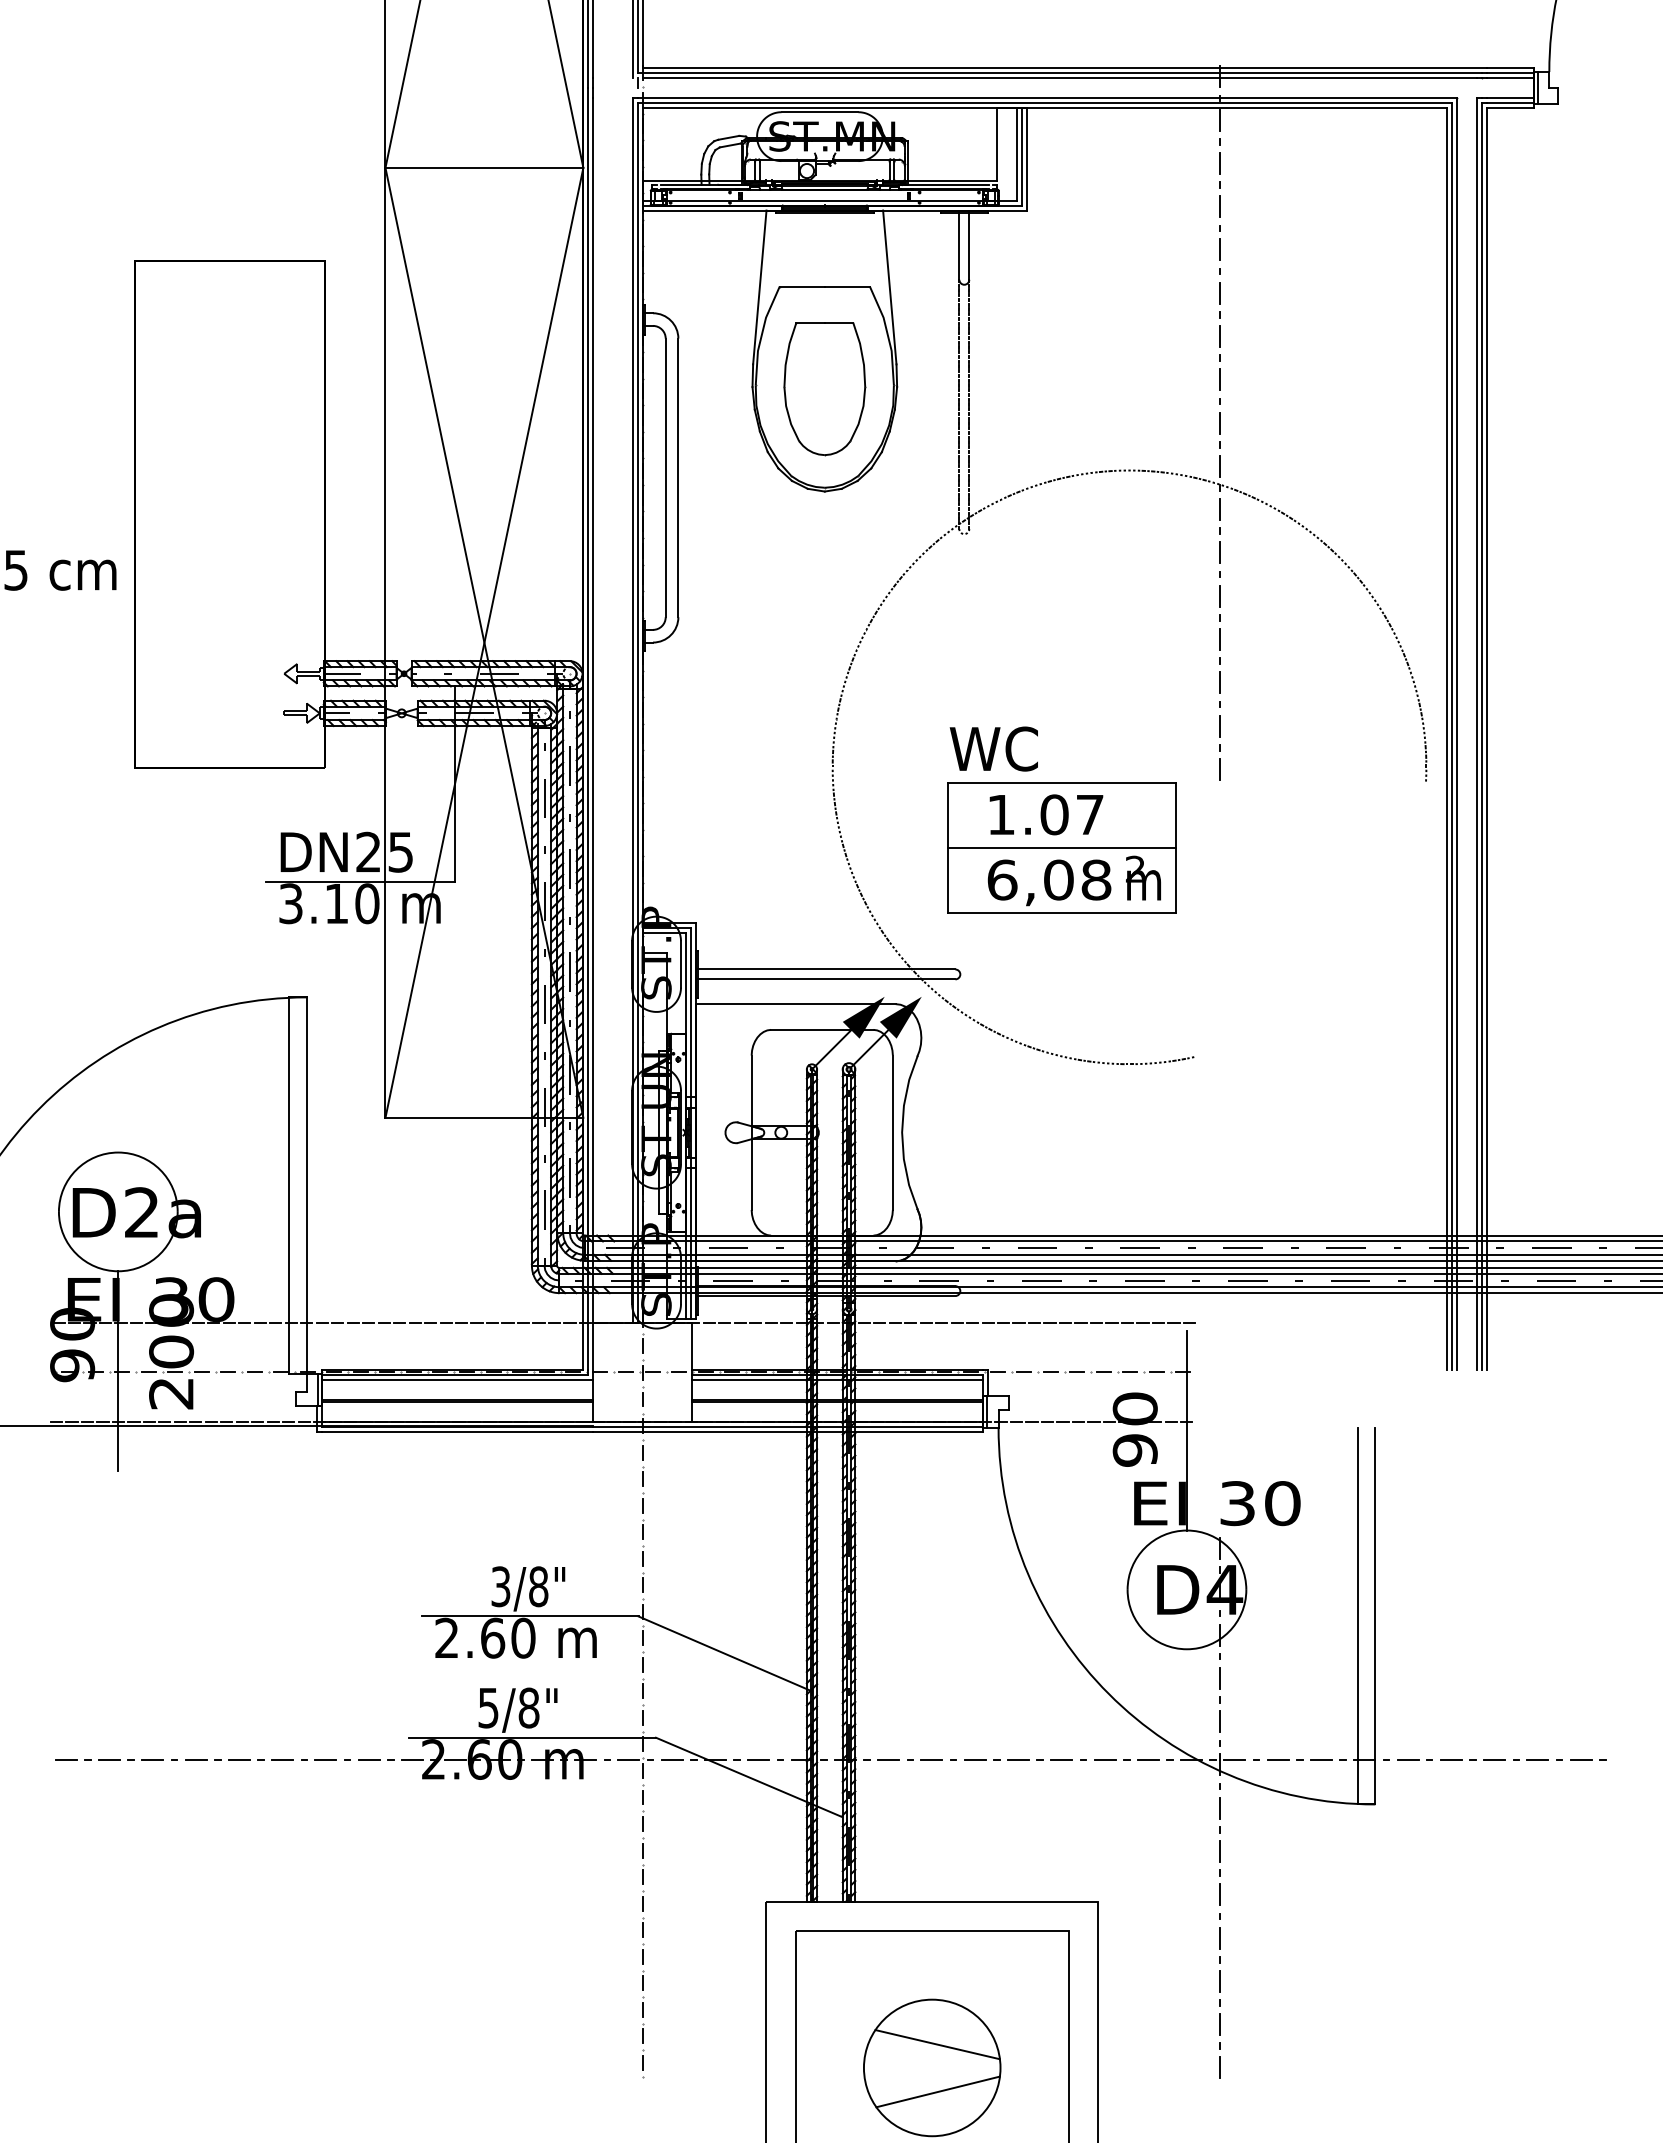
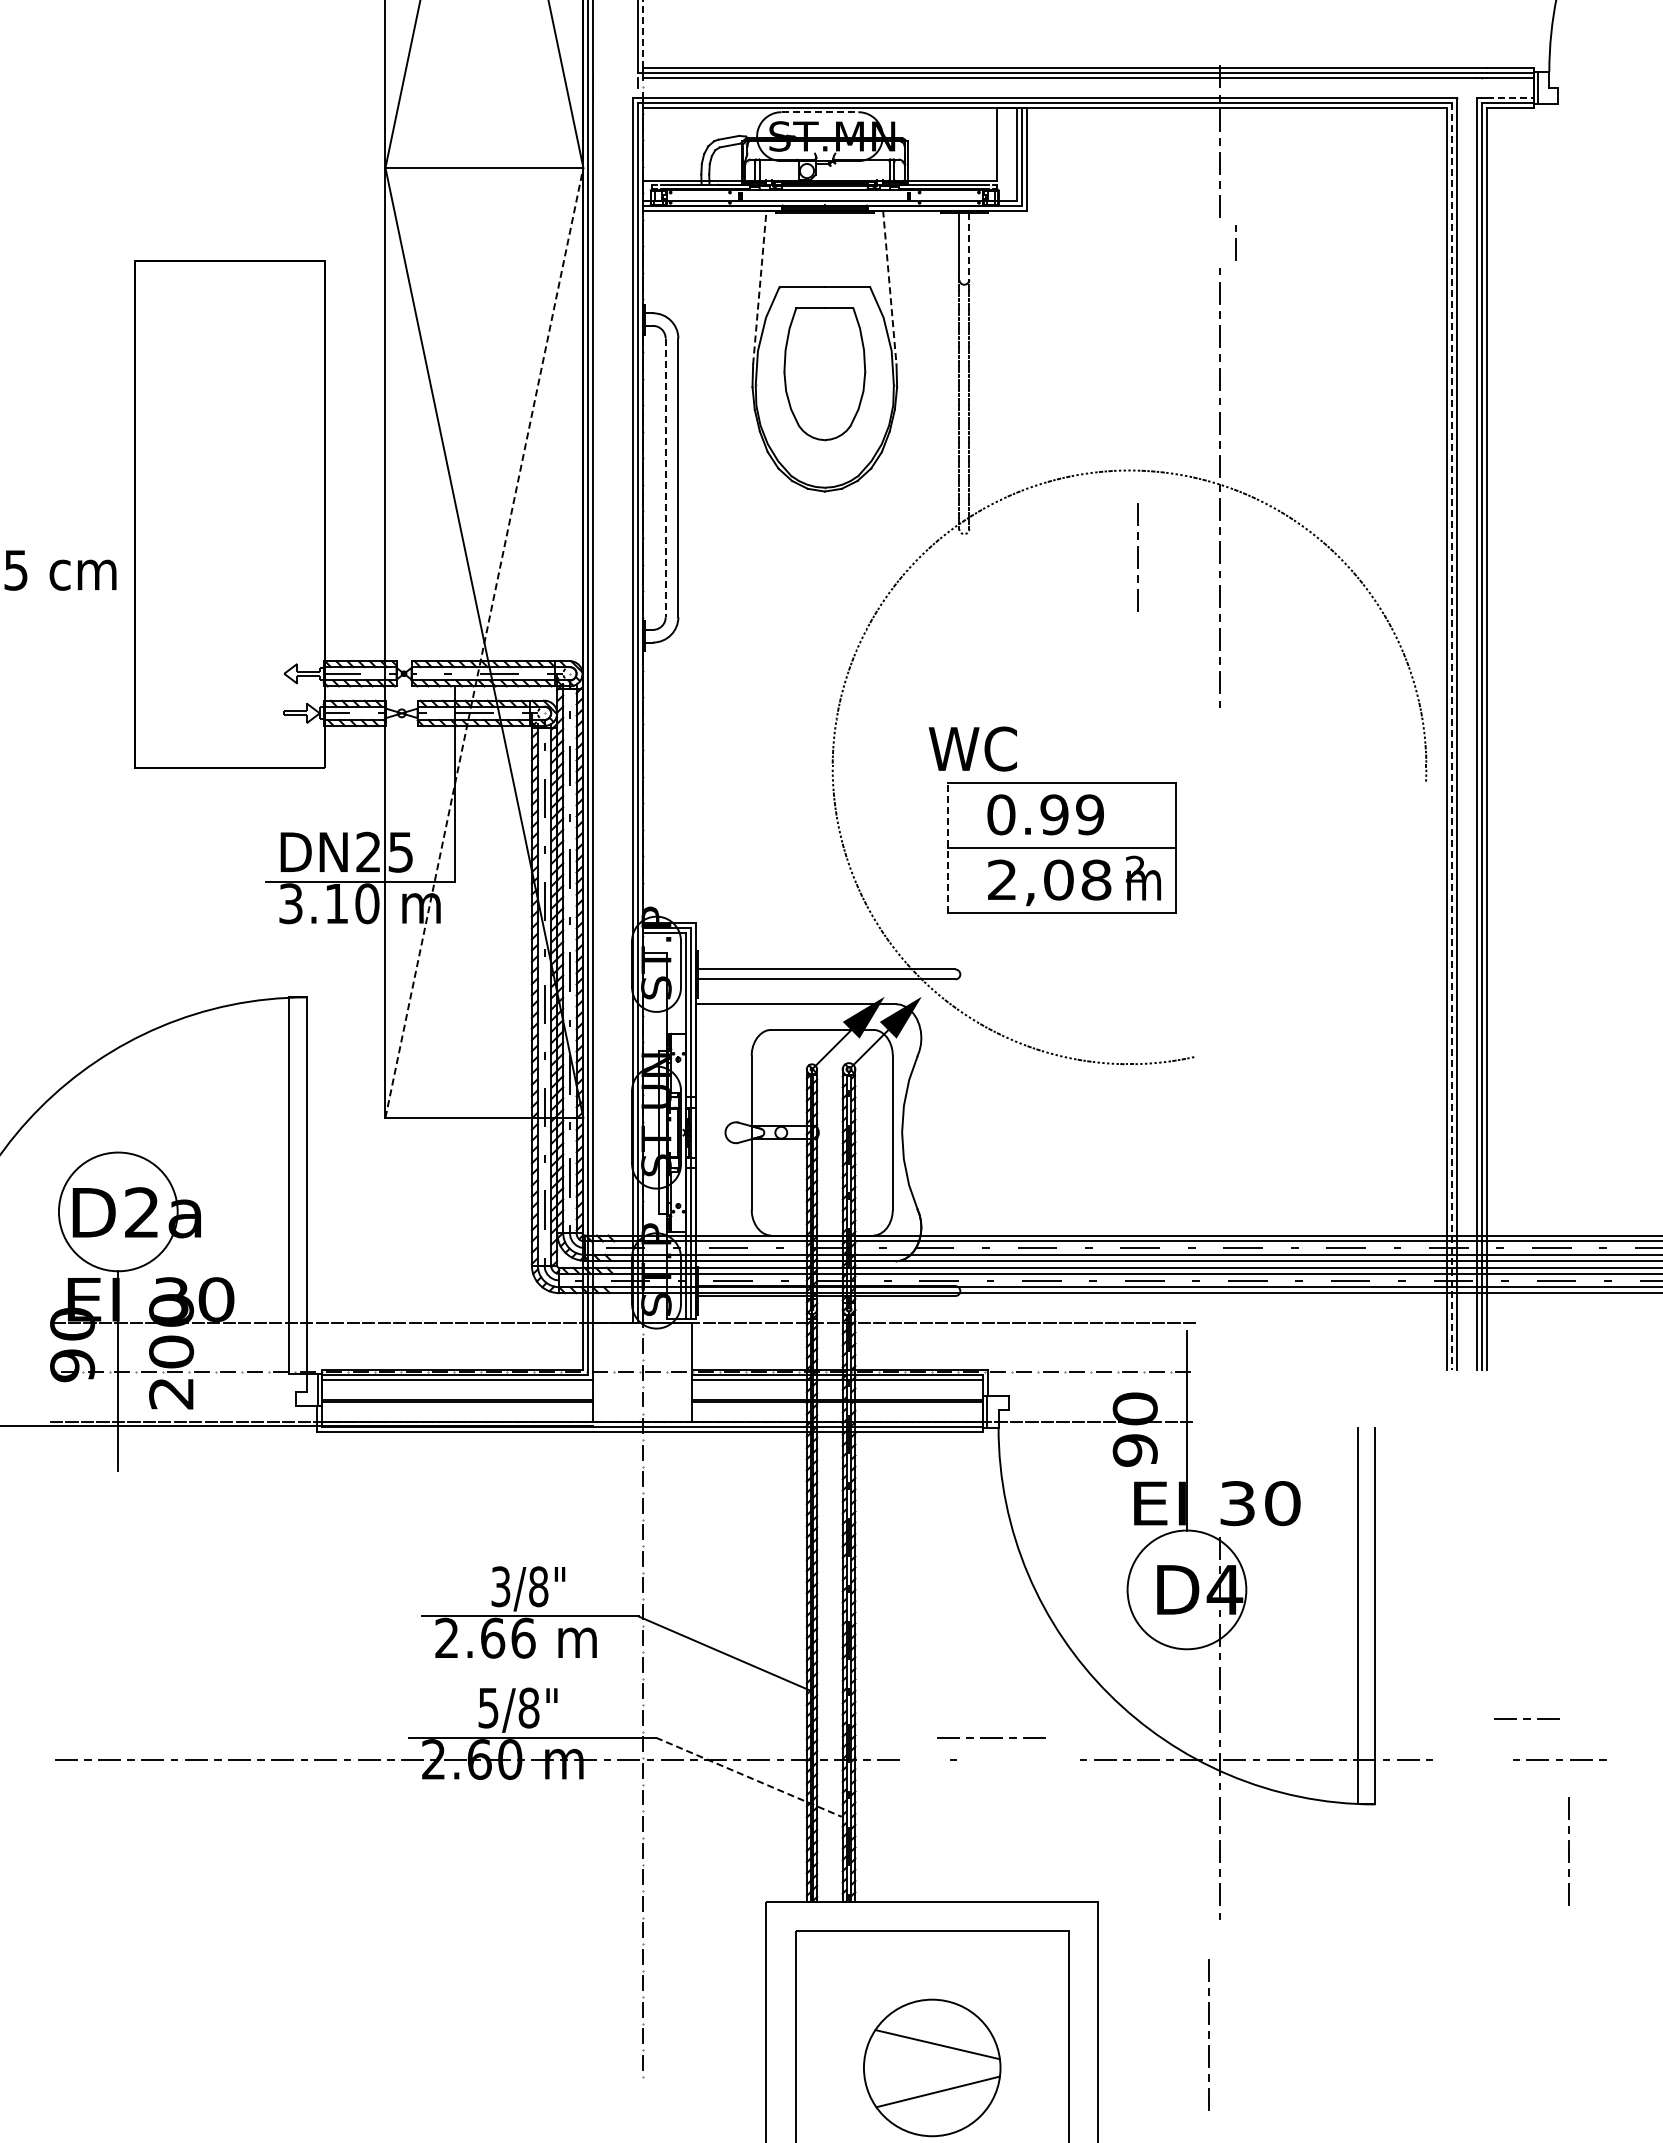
line at (642, 34): solid -> dashed
line at (632, 39): present -> none
line at (1510, 97): solid -> dashed
line at (820, 112): solid -> dashed
line at (1219, 242) position: (1219, 242) -> (1235, 242)
line at (969, 246): solid -> dashed
line at (759, 286): solid -> dashed
line at (889, 287): solid -> dashed
part at (824, 389) position: (824, 389) -> (824, 374)
line at (665, 478): solid -> dashed
line at (1137, 557): none -> present
line at (484, 642): solid -> dashed
line at (1452, 736): solid -> dashed
line at (1219, 747): present -> none
text at (993, 748) position: (993, 748) -> (972, 748)
text at (1045, 814): 1.07 -> 0.99
line at (947, 847): solid -> dashed
text at (1002, 879): 6,08 -> 2,08
text at (523, 1637): 2.60 -> 2.66
line at (924, 1759): present -> none
line at (1018, 1759) position: (1018, 1759) -> (991, 1737)
line at (1472, 1759) position: (1472, 1759) -> (1526, 1718)
line at (748, 1777): solid -> dashed
line at (1568, 1851): none -> present
line at (1219, 2002) position: (1219, 2002) -> (1208, 2034)
